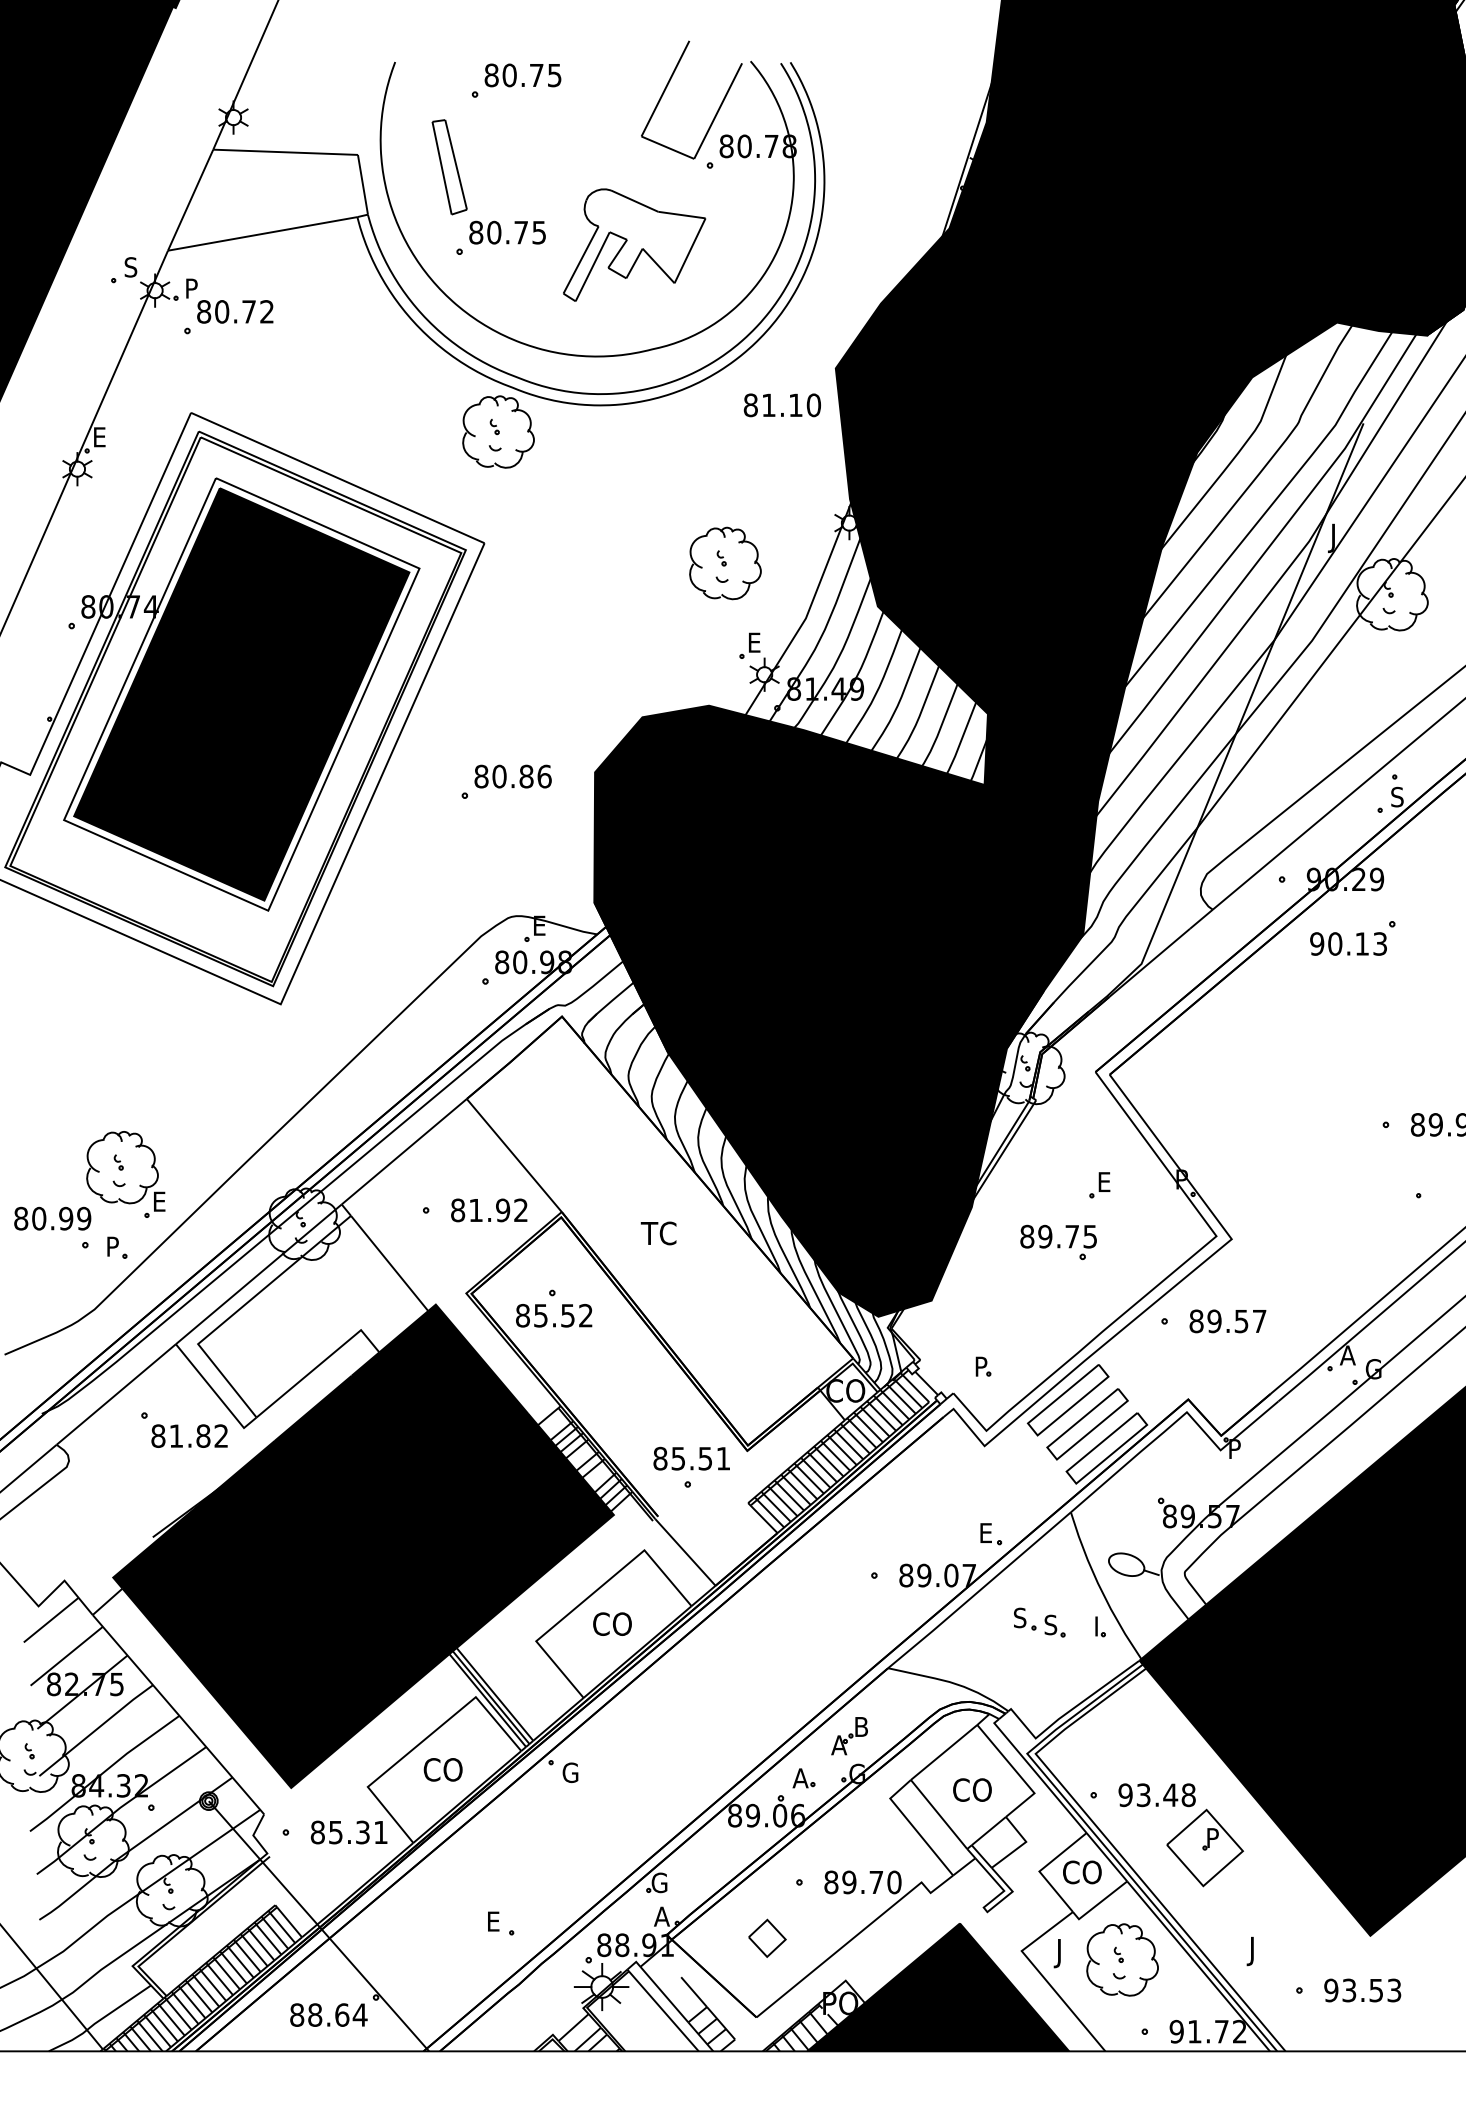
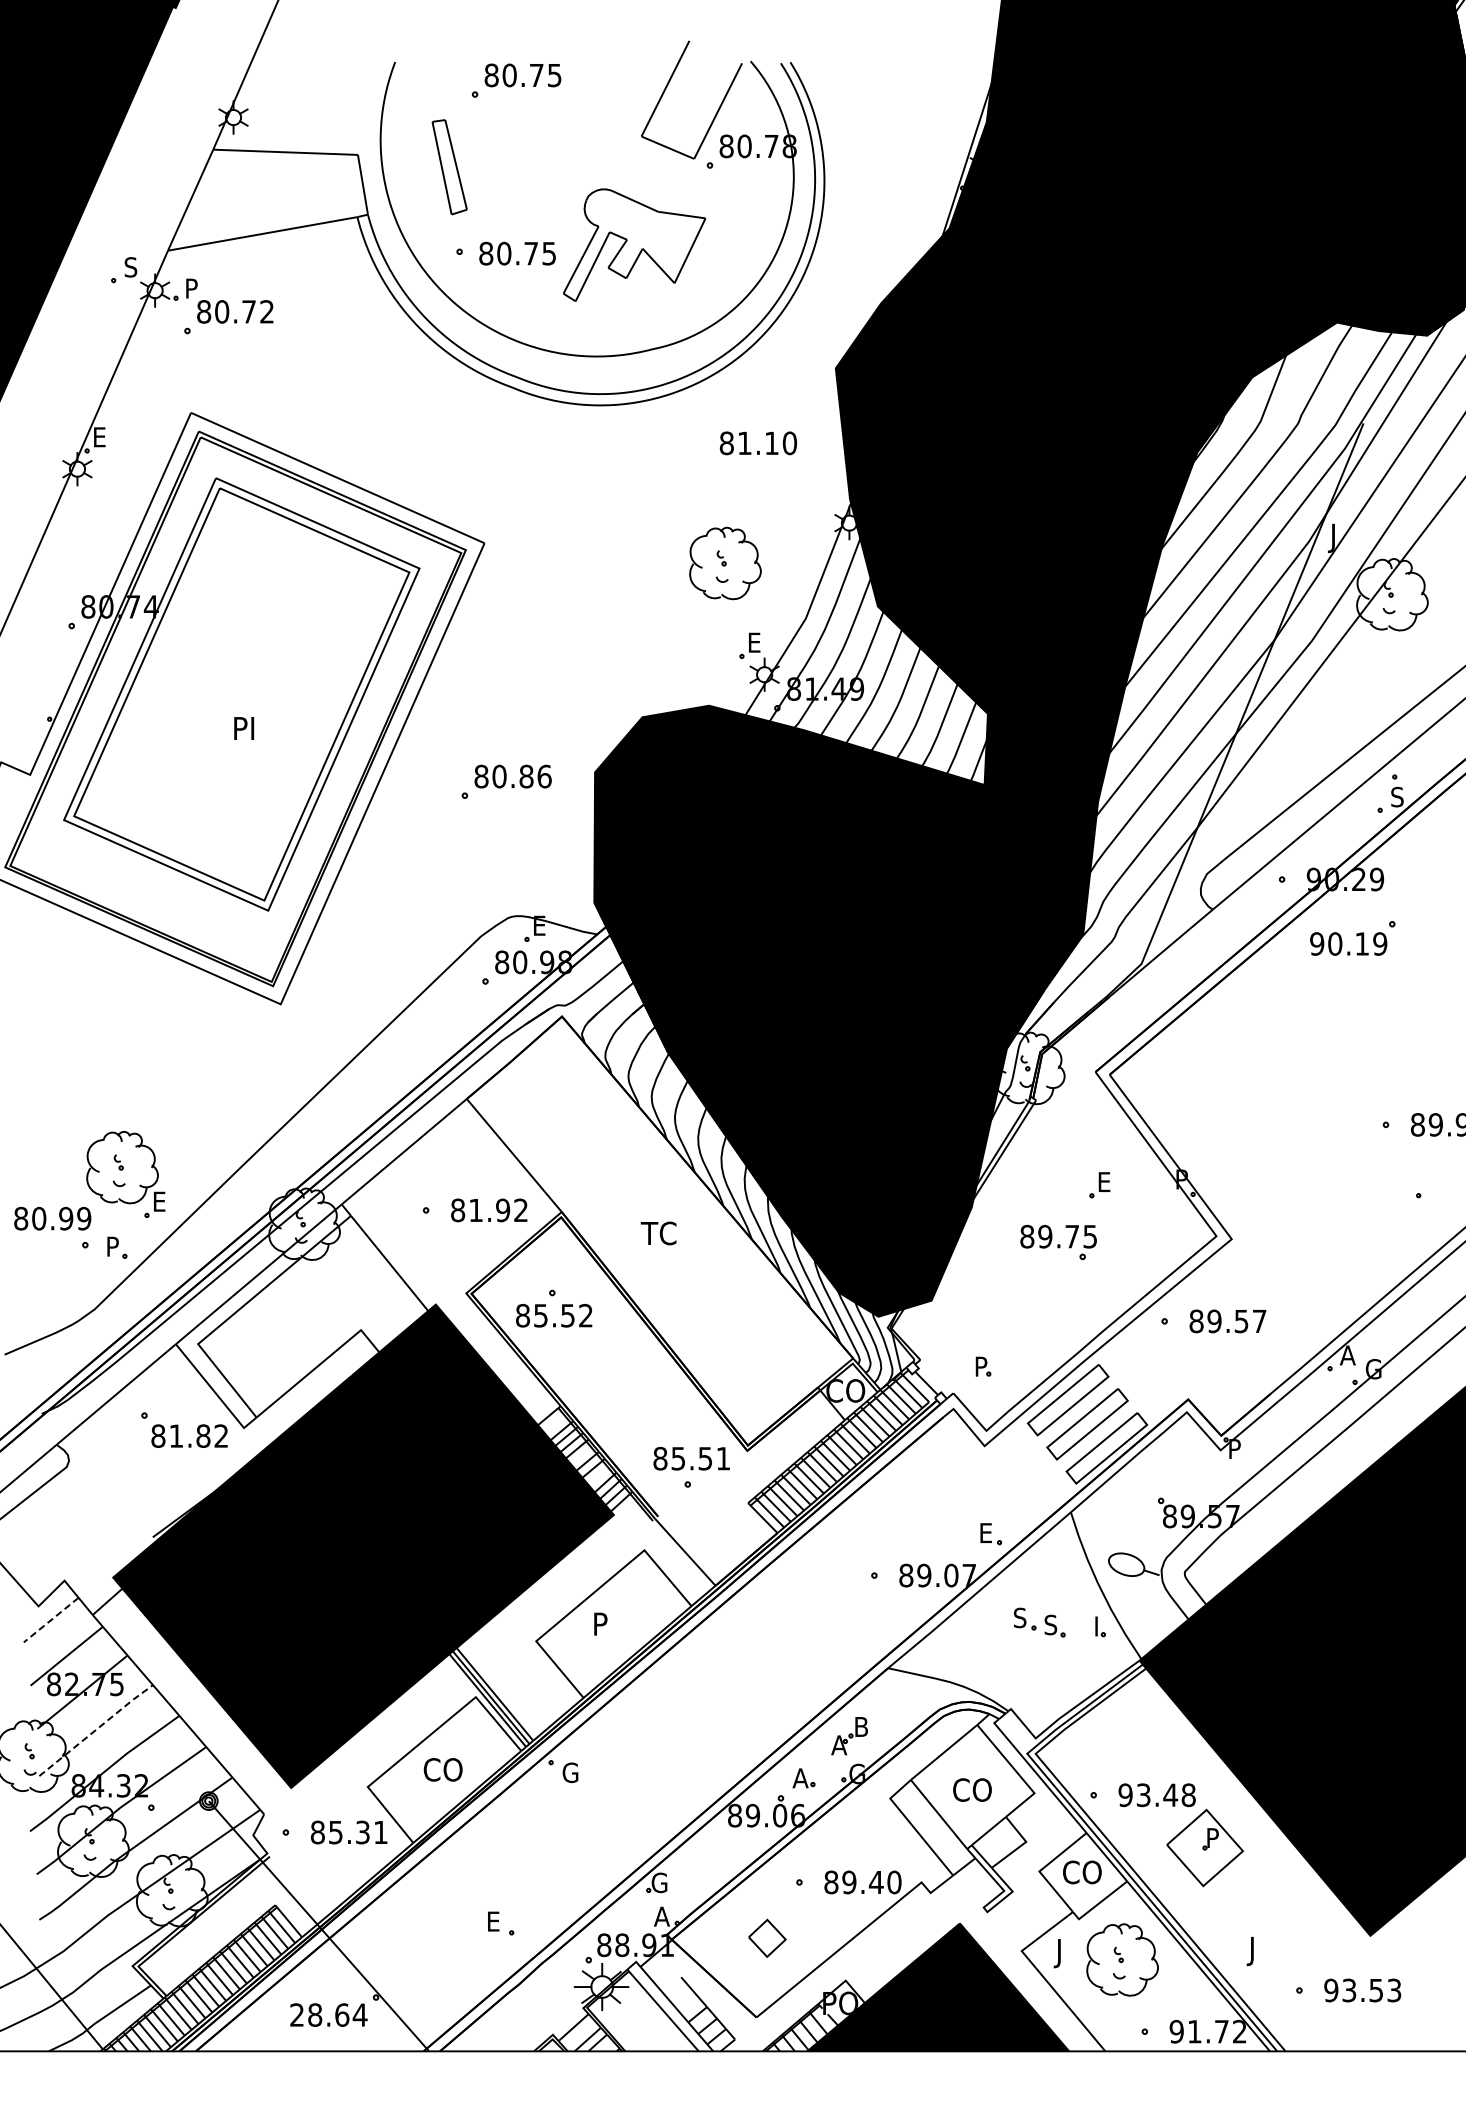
text at (507, 232) position: (507, 232) -> (517, 253)
text at (781, 405) position: (781, 405) -> (757, 443)
part at (498, 431): present -> none
fill at (241, 694): present -> none
text at (1380, 943): 90.13 -> 90.19
line at (50, 1620): solid -> dashed
text at (612, 1623): CO -> P
line at (96, 1729): solid -> dashed
text at (875, 1882): 89.70 -> 89.40
text at (297, 2014): 88.64 -> 28.64
